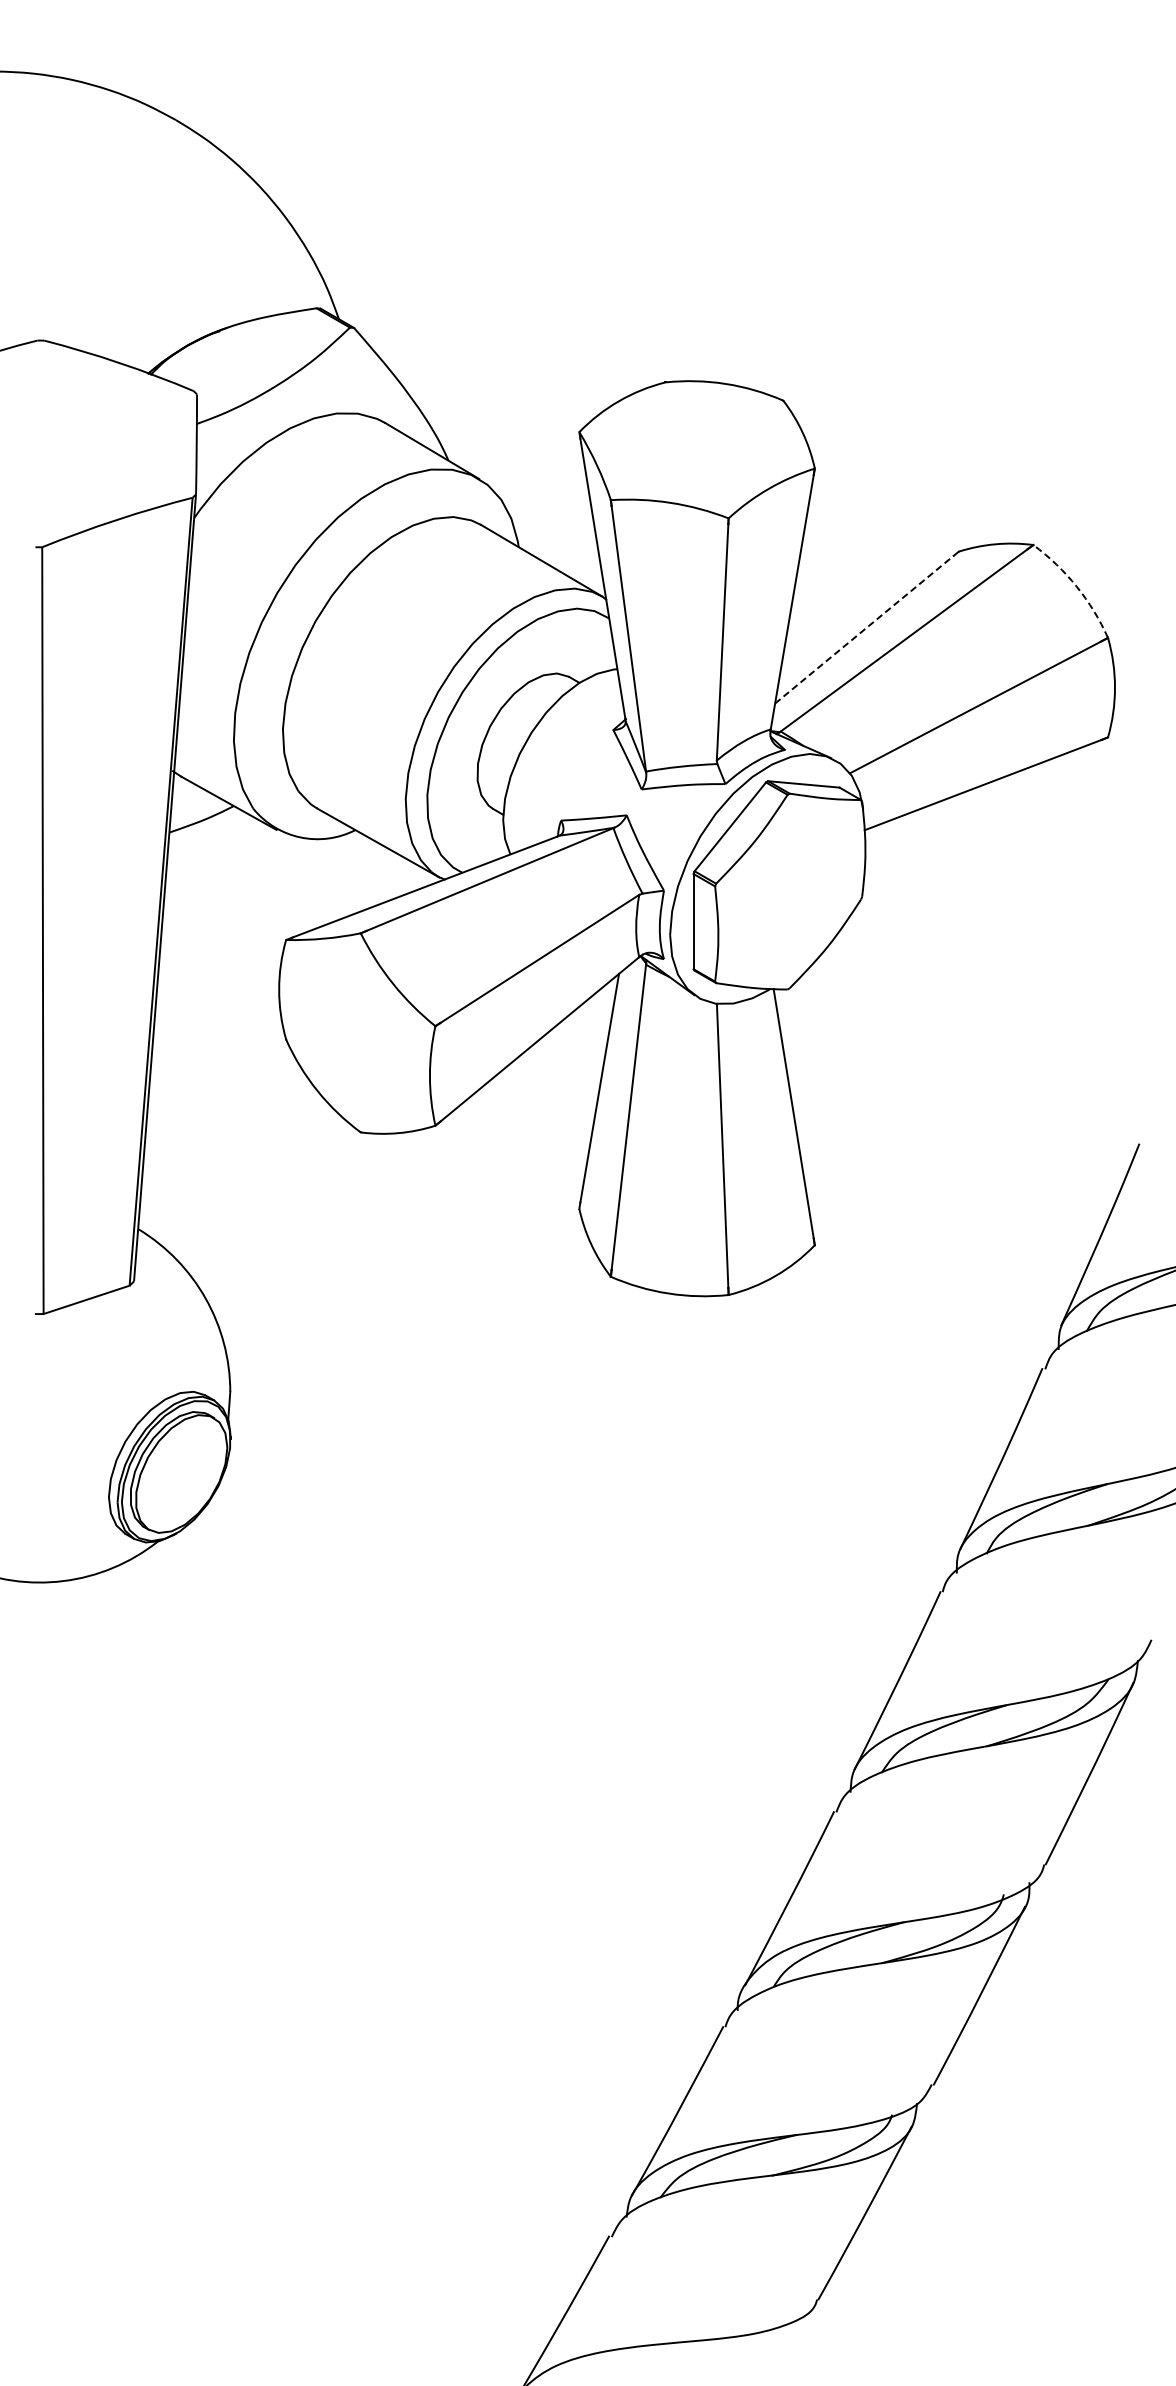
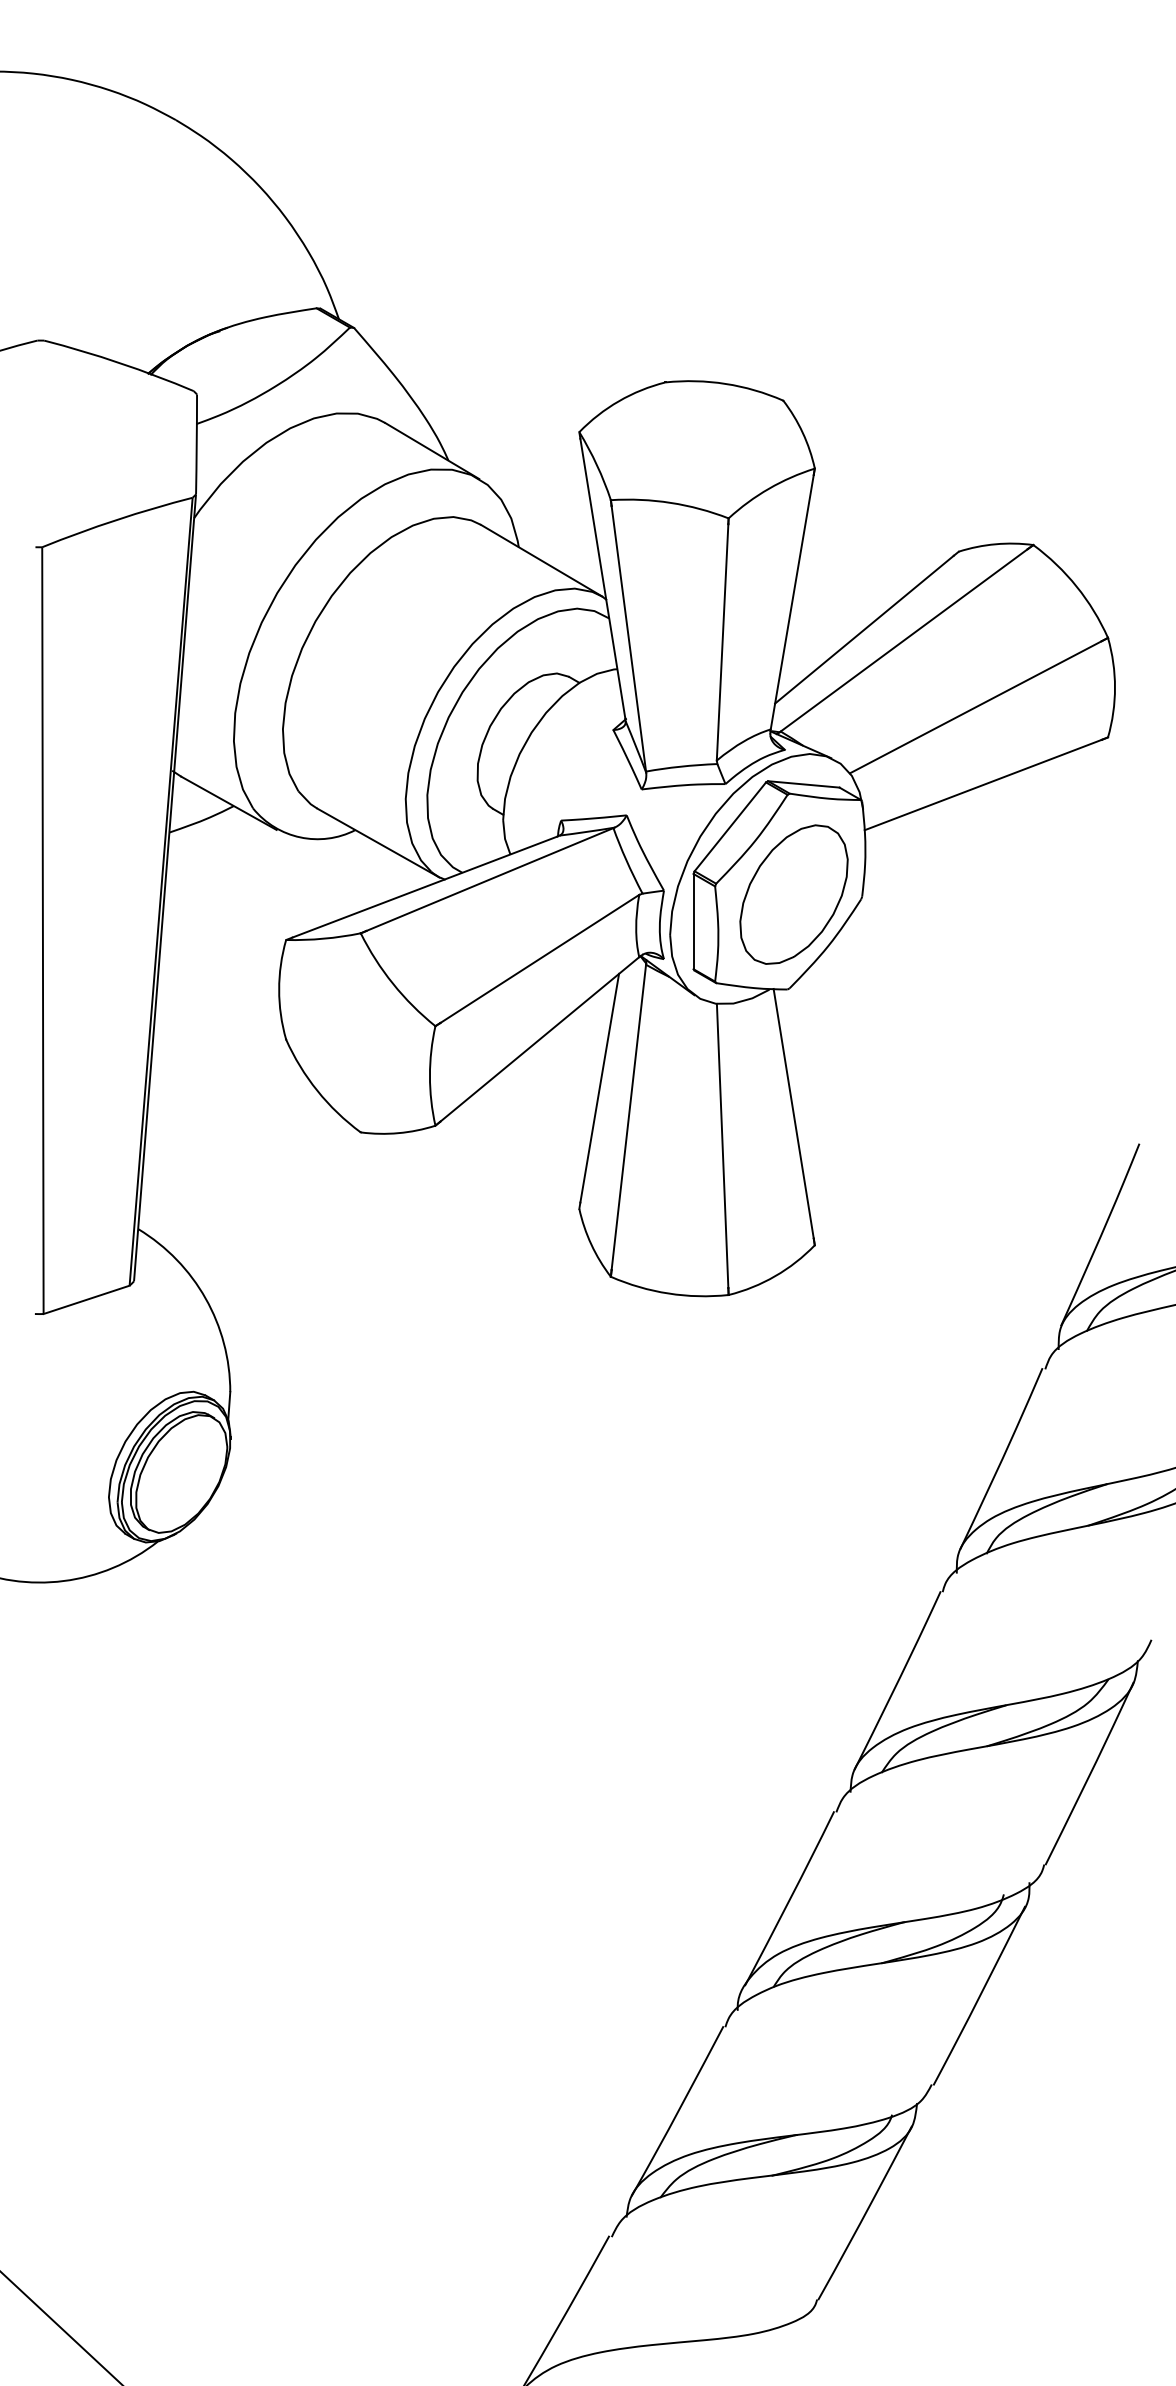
arc at (1076, 586): dashed -> solid
line at (864, 629): dashed -> solid
part at (793, 894): none -> present
line at (60, 2327): none -> present
